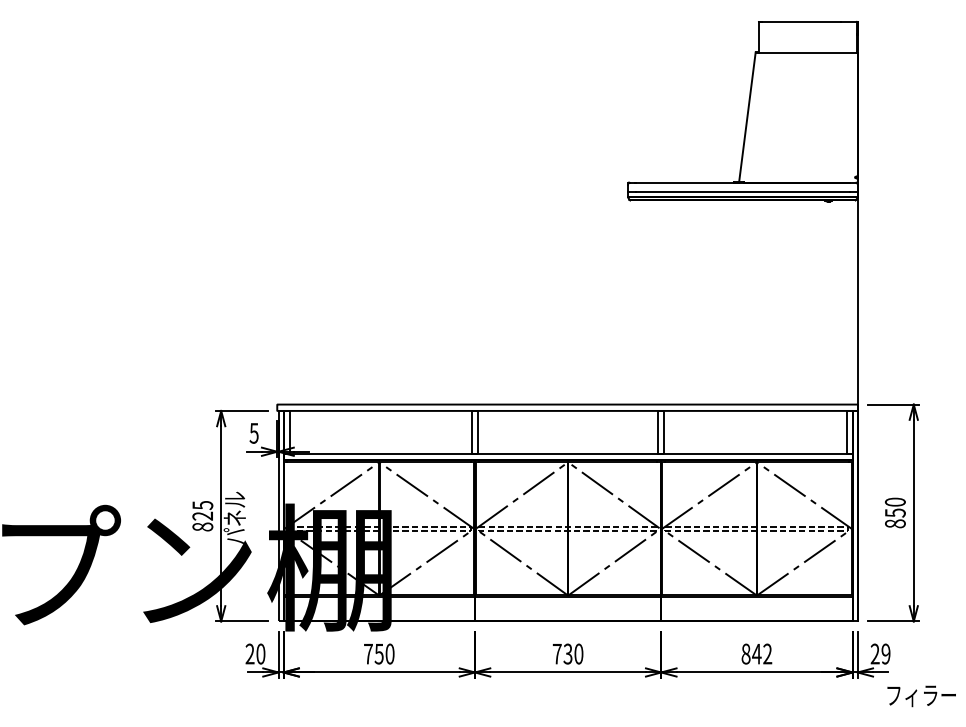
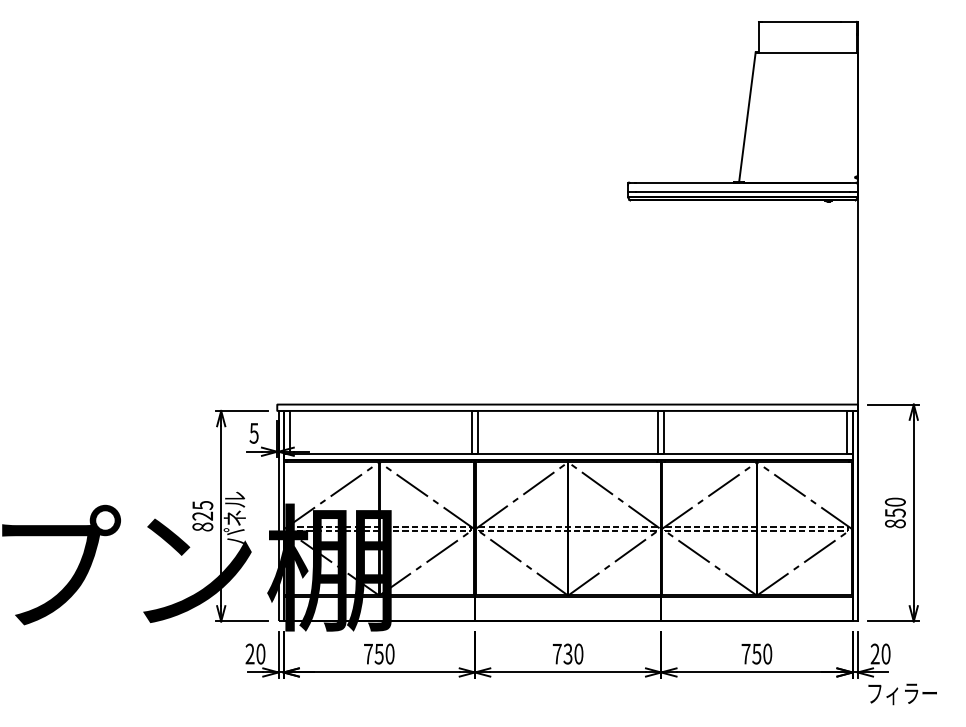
text at (756, 653): 842 -> 750
text at (885, 653): 29 -> 20
text at (921, 696) position: (921, 696) -> (902, 694)
